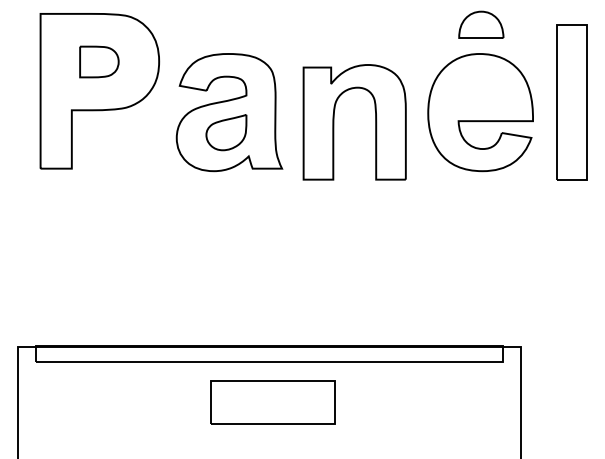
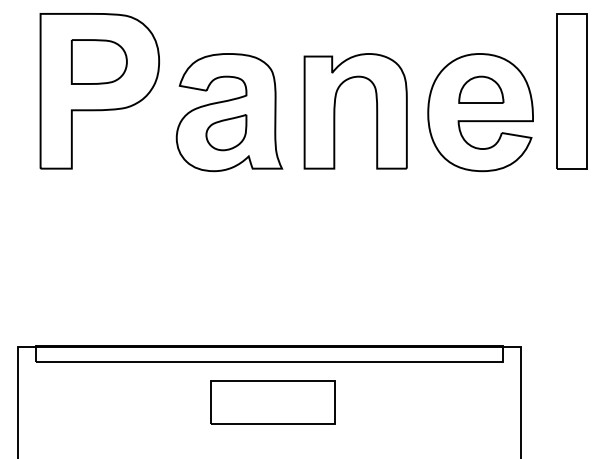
part at (481, 24) position: (481, 24) -> (481, 89)
part at (99, 61) size: 41x34 px -> 57x46 px
part at (571, 102) position: (571, 102) -> (571, 91)
part at (334, 122) position: (334, 122) -> (335, 111)
